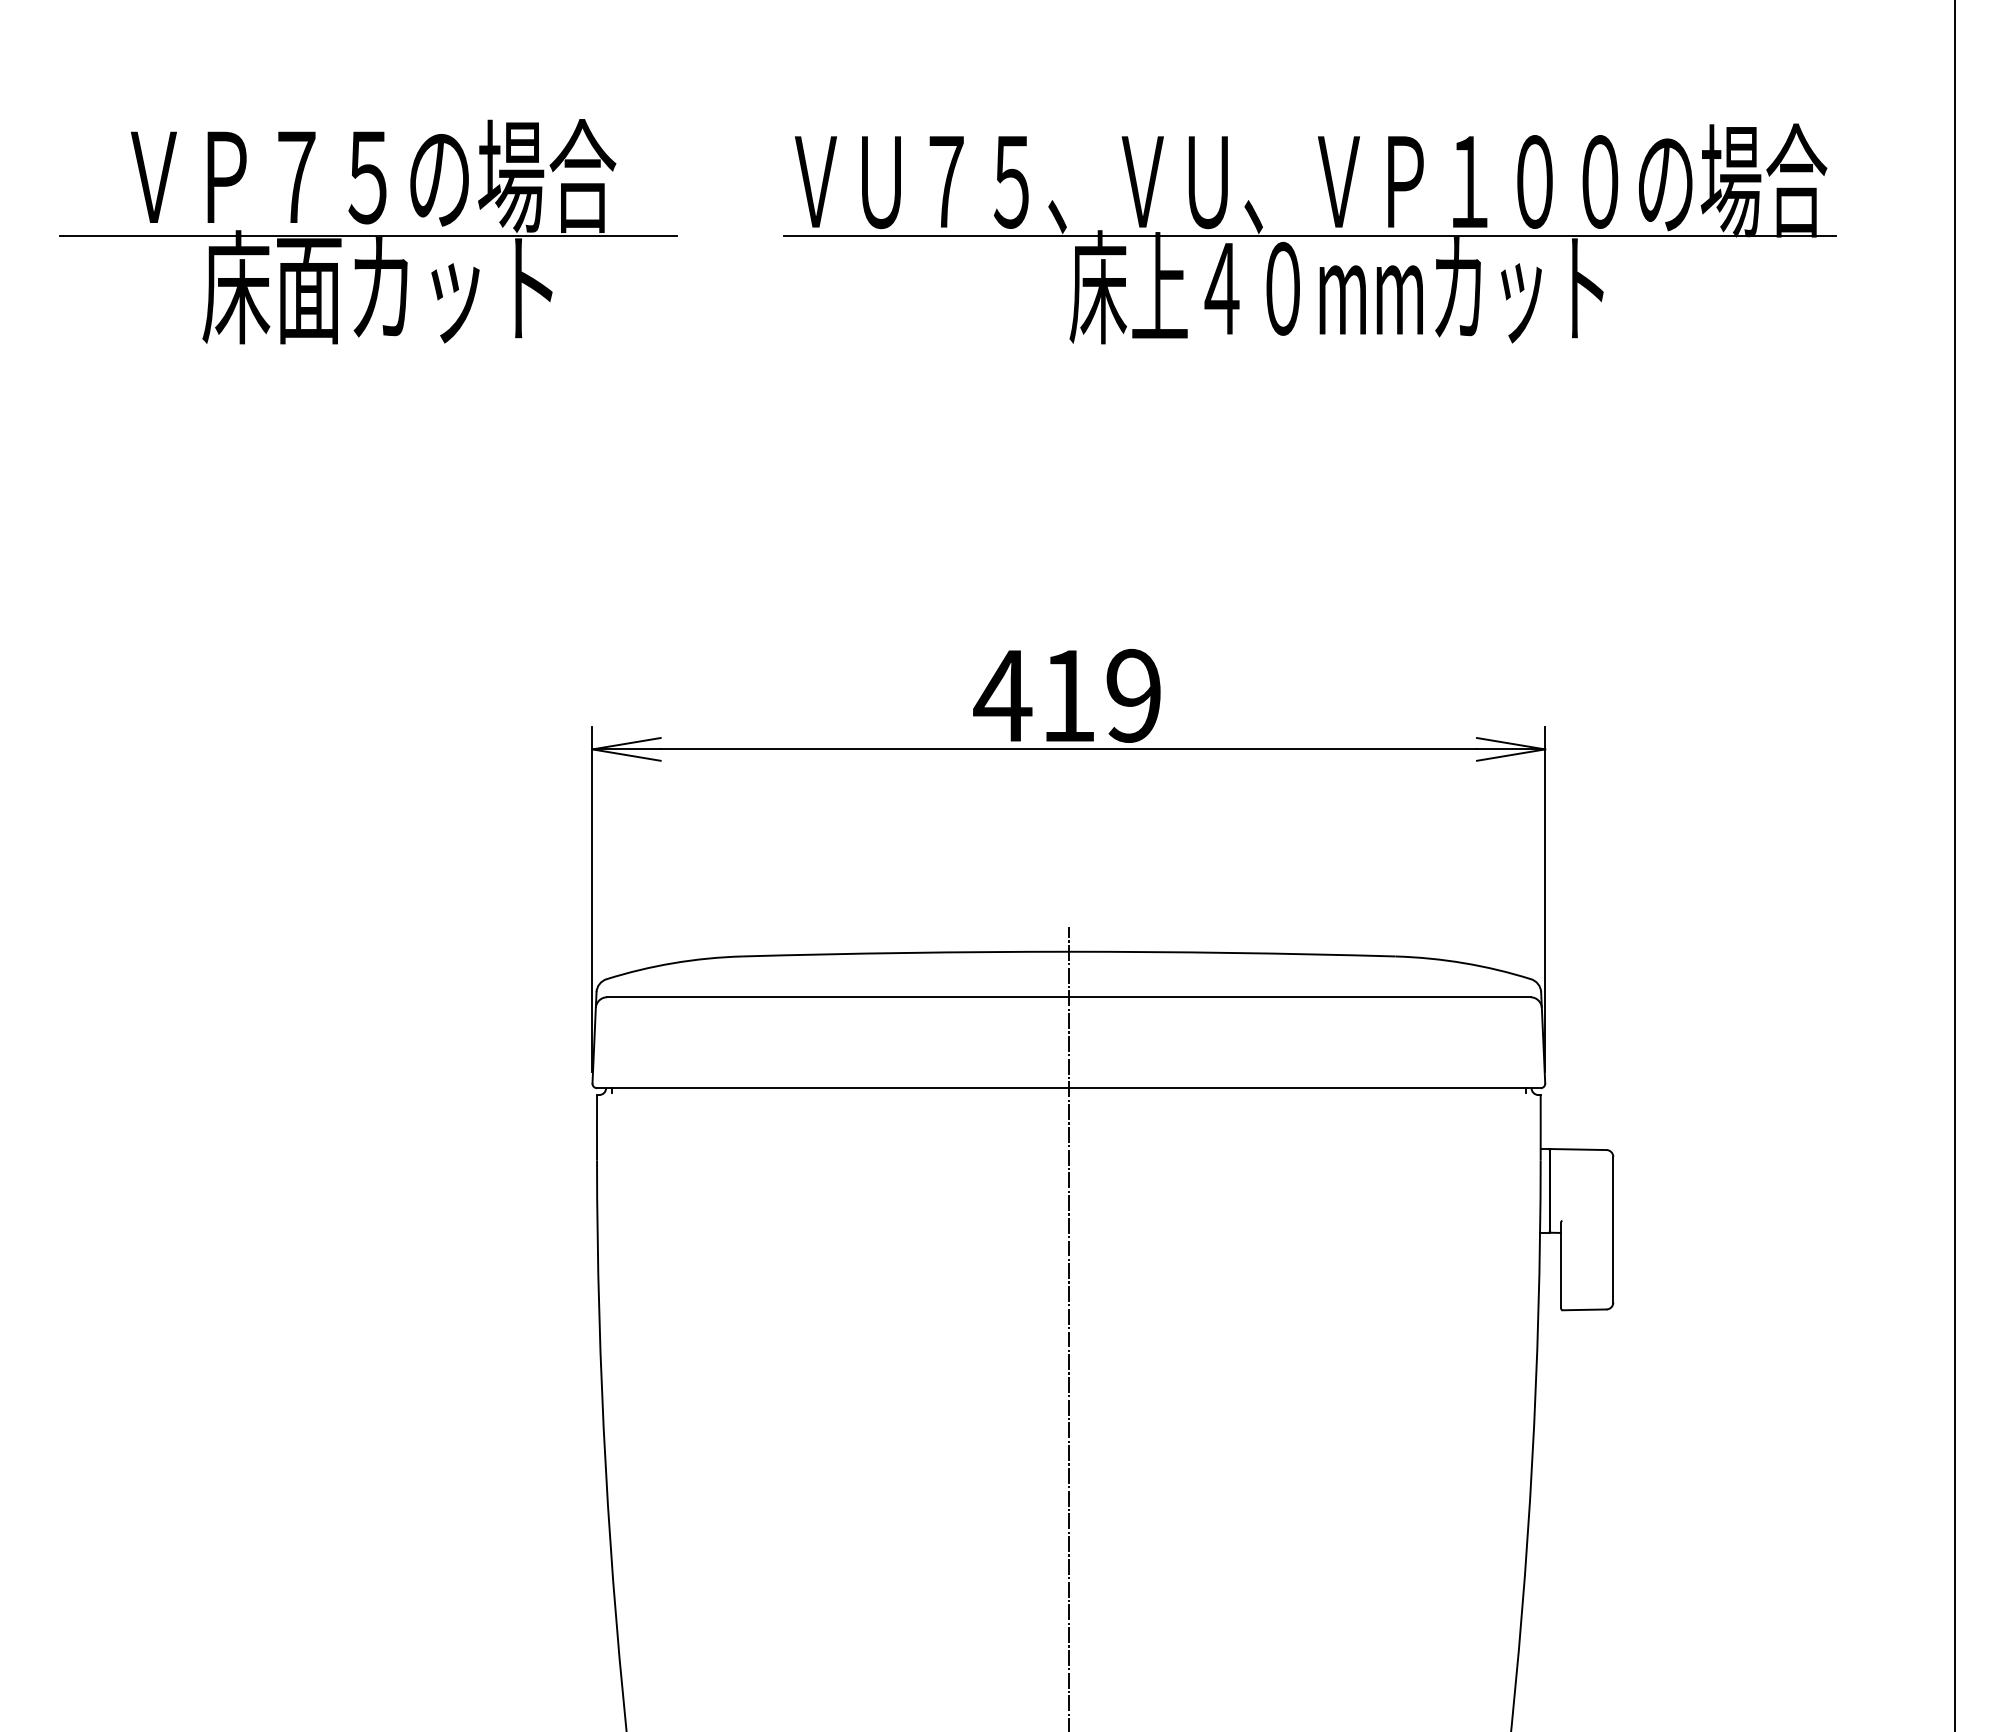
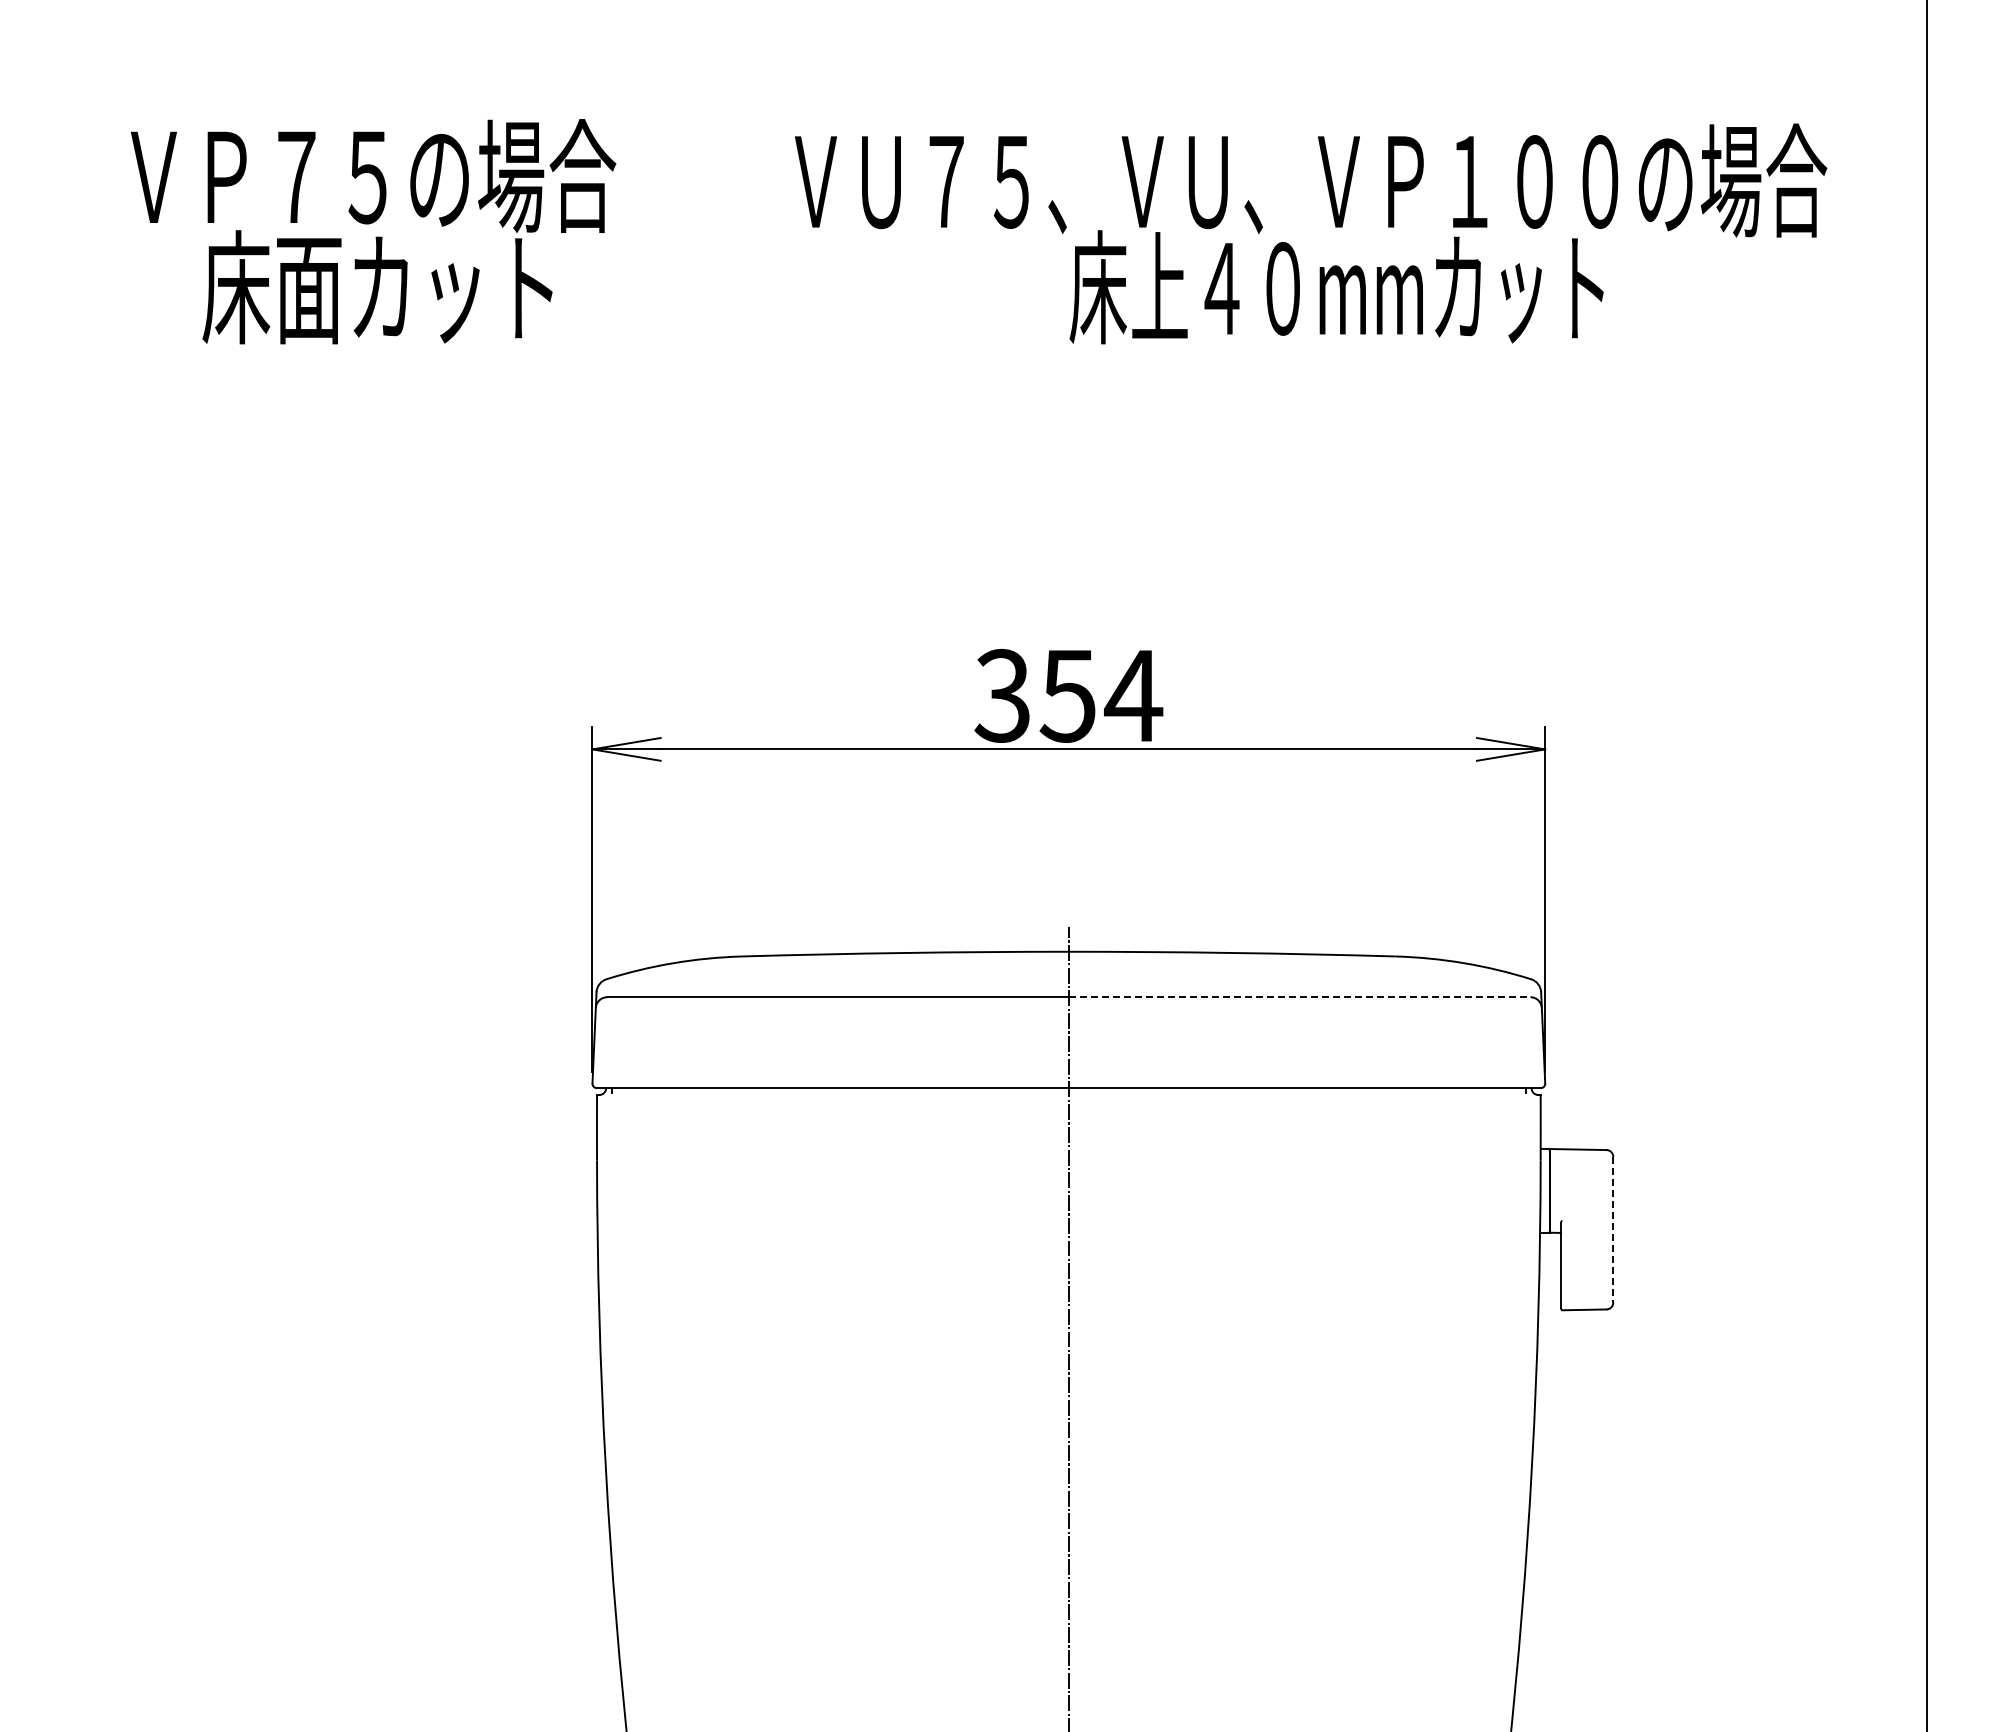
line at (368, 235): present -> none
line at (1309, 235): present -> none
text at (1068, 695): 419 -> 354
line at (1954, 865) position: (1954, 865) -> (1926, 865)
line at (1299, 997): solid -> dashed
line at (1613, 1229): solid -> dashed
